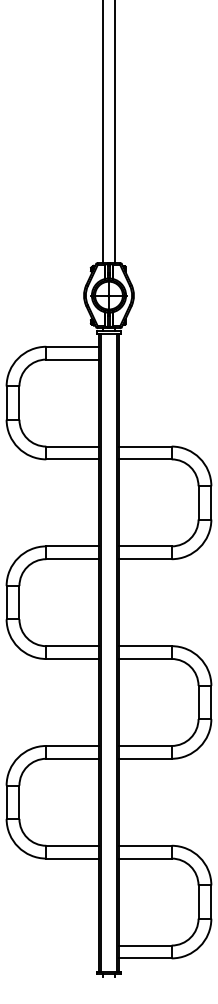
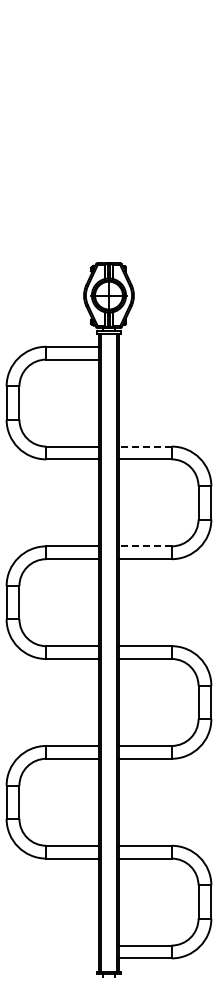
line at (102, 132): present -> none
line at (115, 132): present -> none
line at (145, 446): solid -> dashed
line at (145, 546): solid -> dashed
